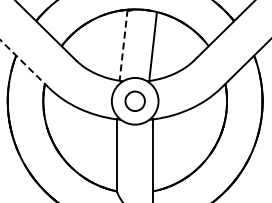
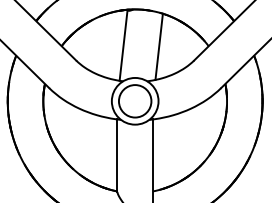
line at (123, 45): dashed -> solid
line at (152, 45) position: (152, 45) -> (158, 46)
line at (24, 63): dashed -> solid
circle at (134, 101) diameter: 19 px -> 32 px
